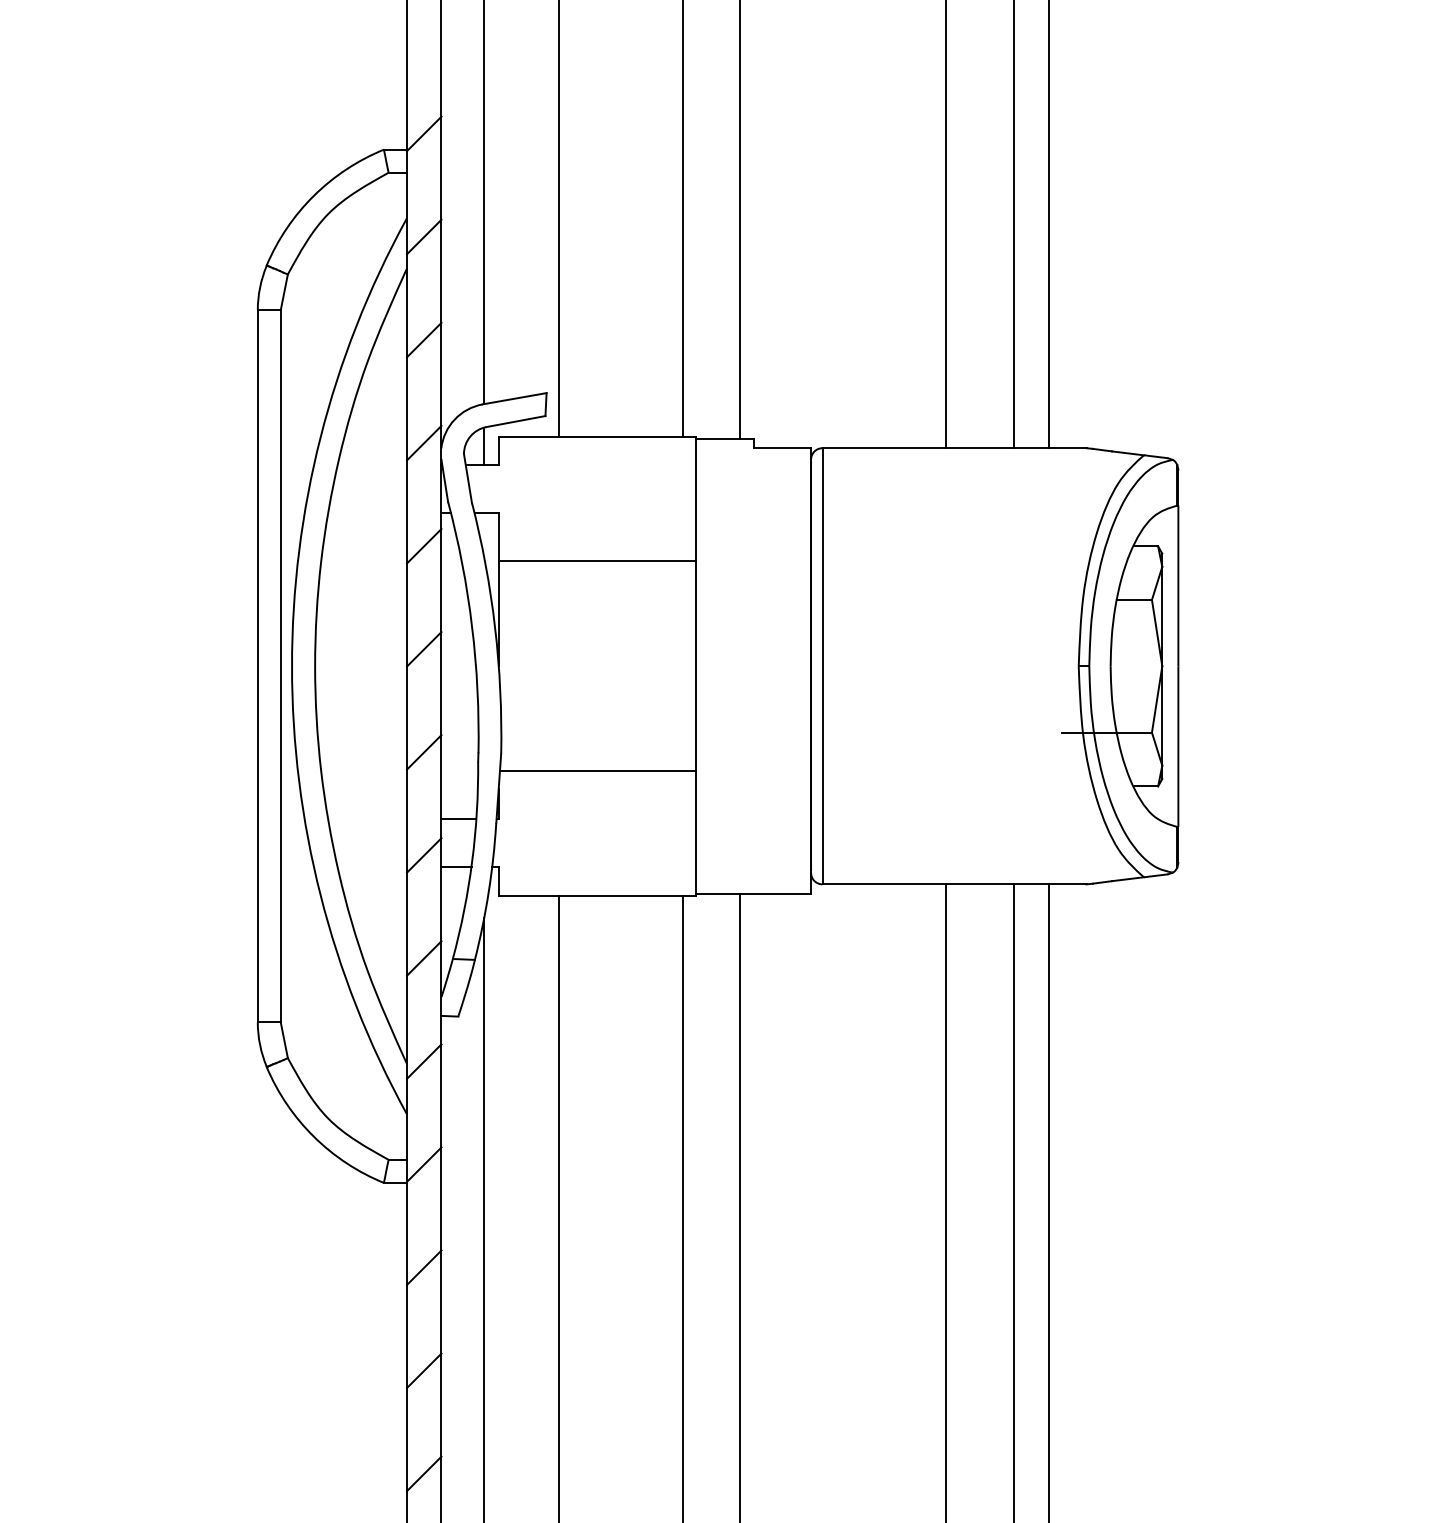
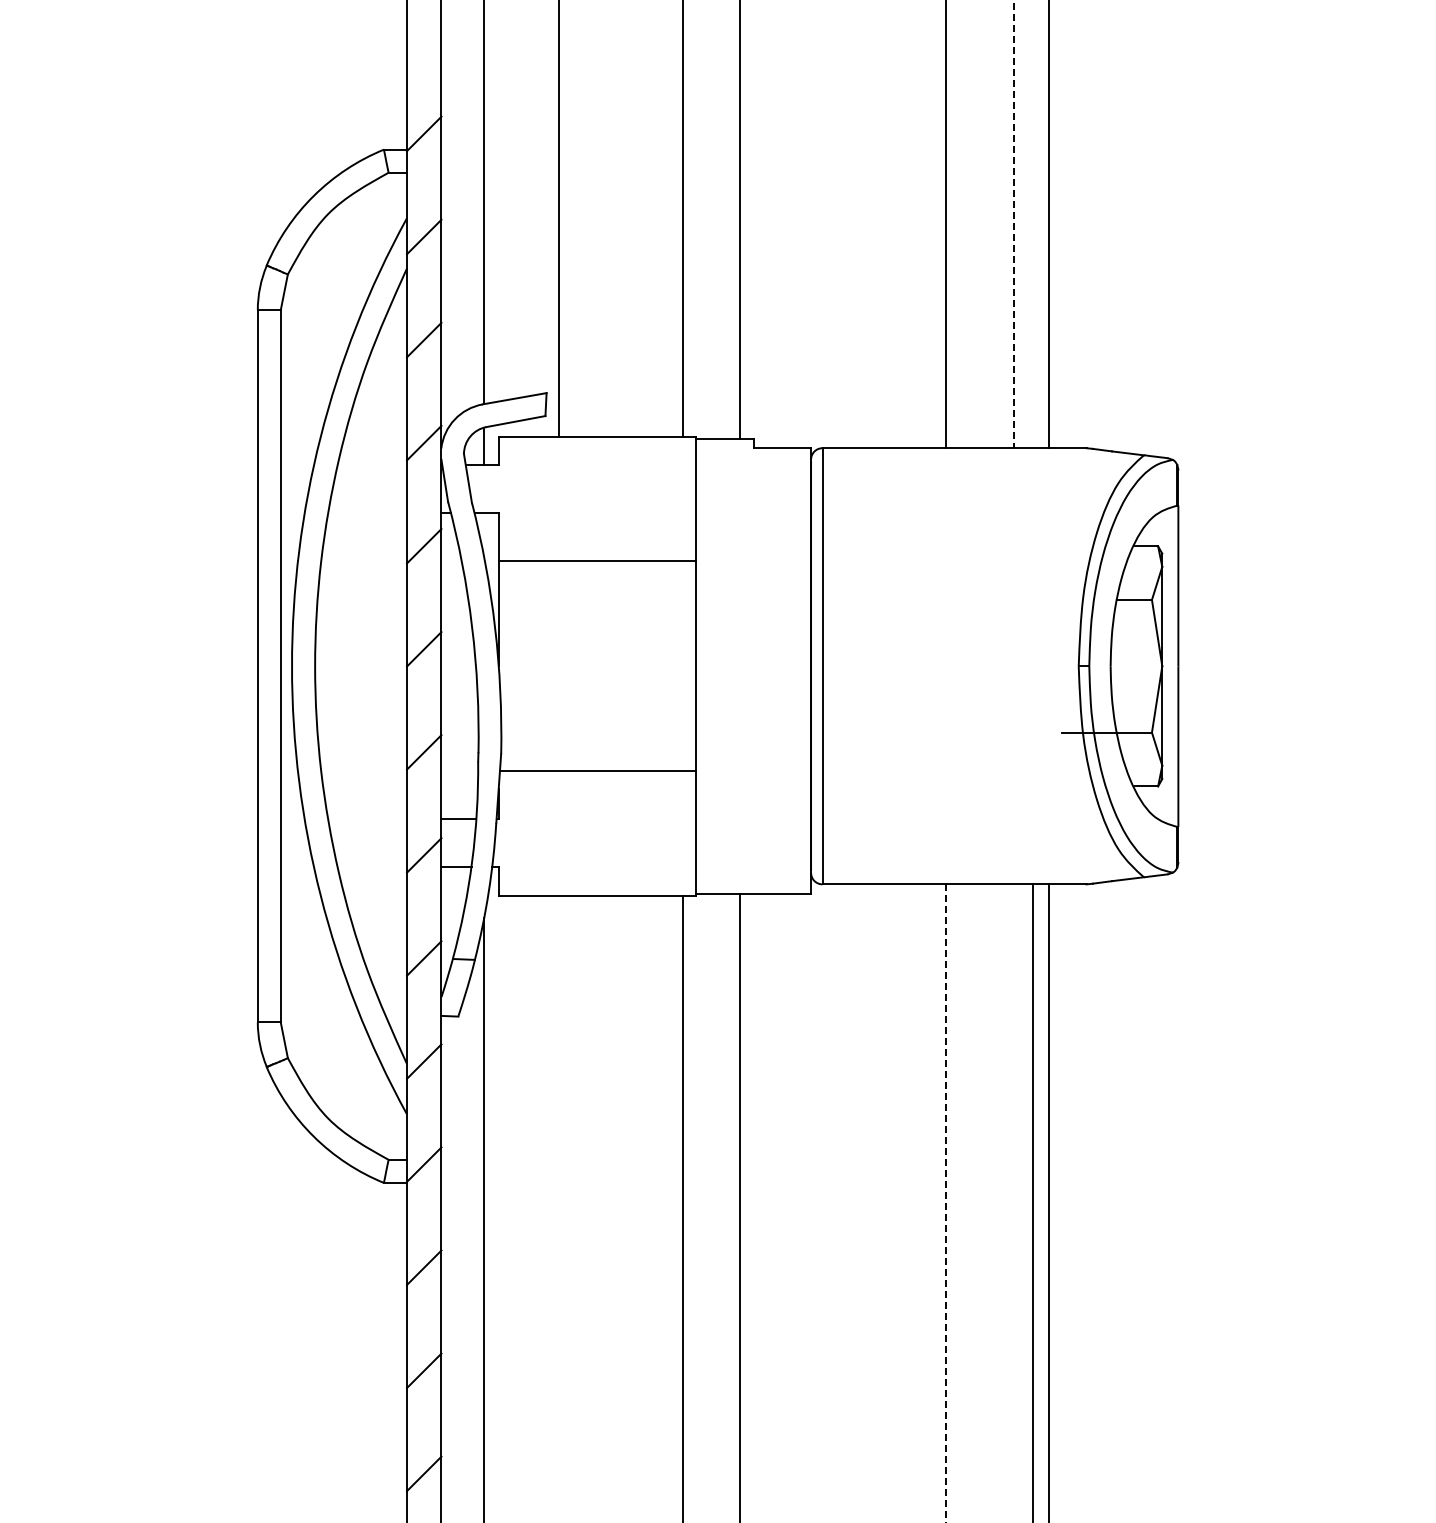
line at (1014, 224): solid -> dashed
line at (1014, 1201) position: (1014, 1201) -> (1033, 1201)
line at (945, 1203): solid -> dashed
line at (559, 1207): present -> none
